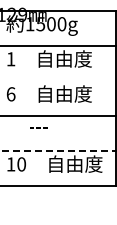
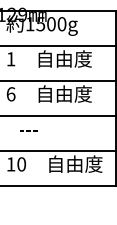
line at (57, 80): none -> present
text at (38, 127) position: (38, 127) -> (28, 130)
line at (58, 151): dashed -> solid
